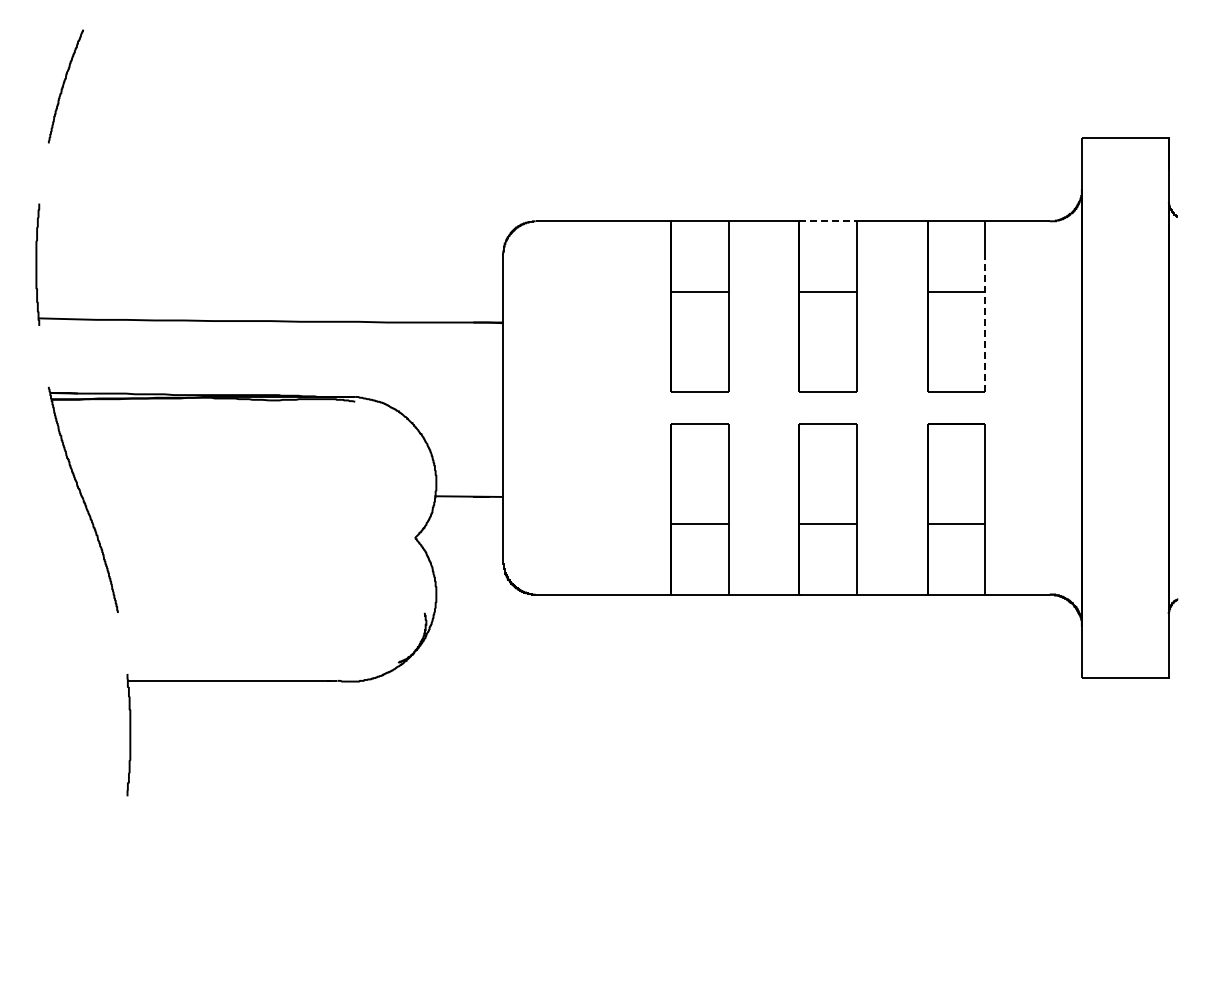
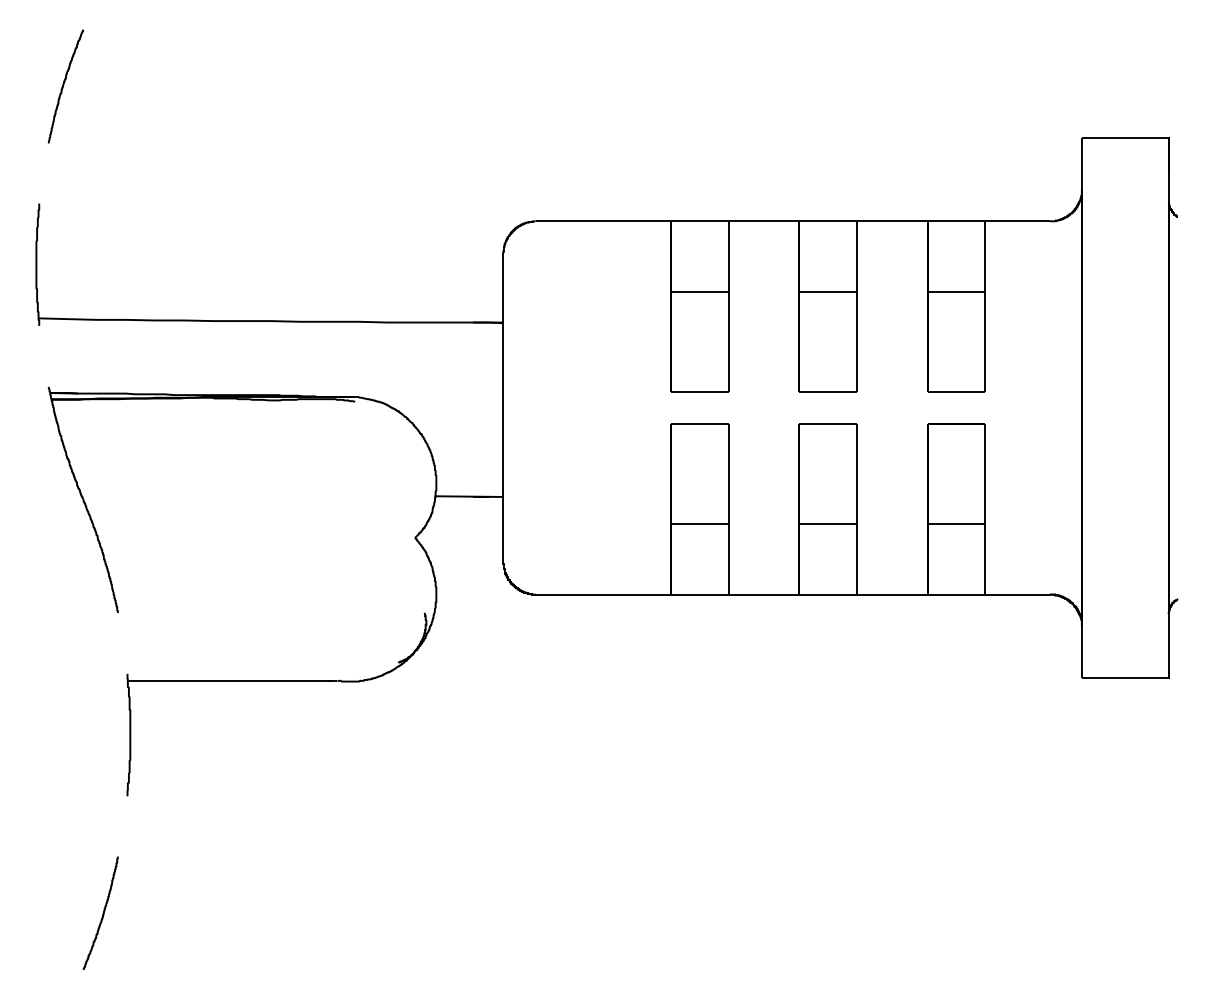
line at (828, 221): dashed -> solid
line at (985, 323): dashed -> solid
curve at (102, 913): none -> present
